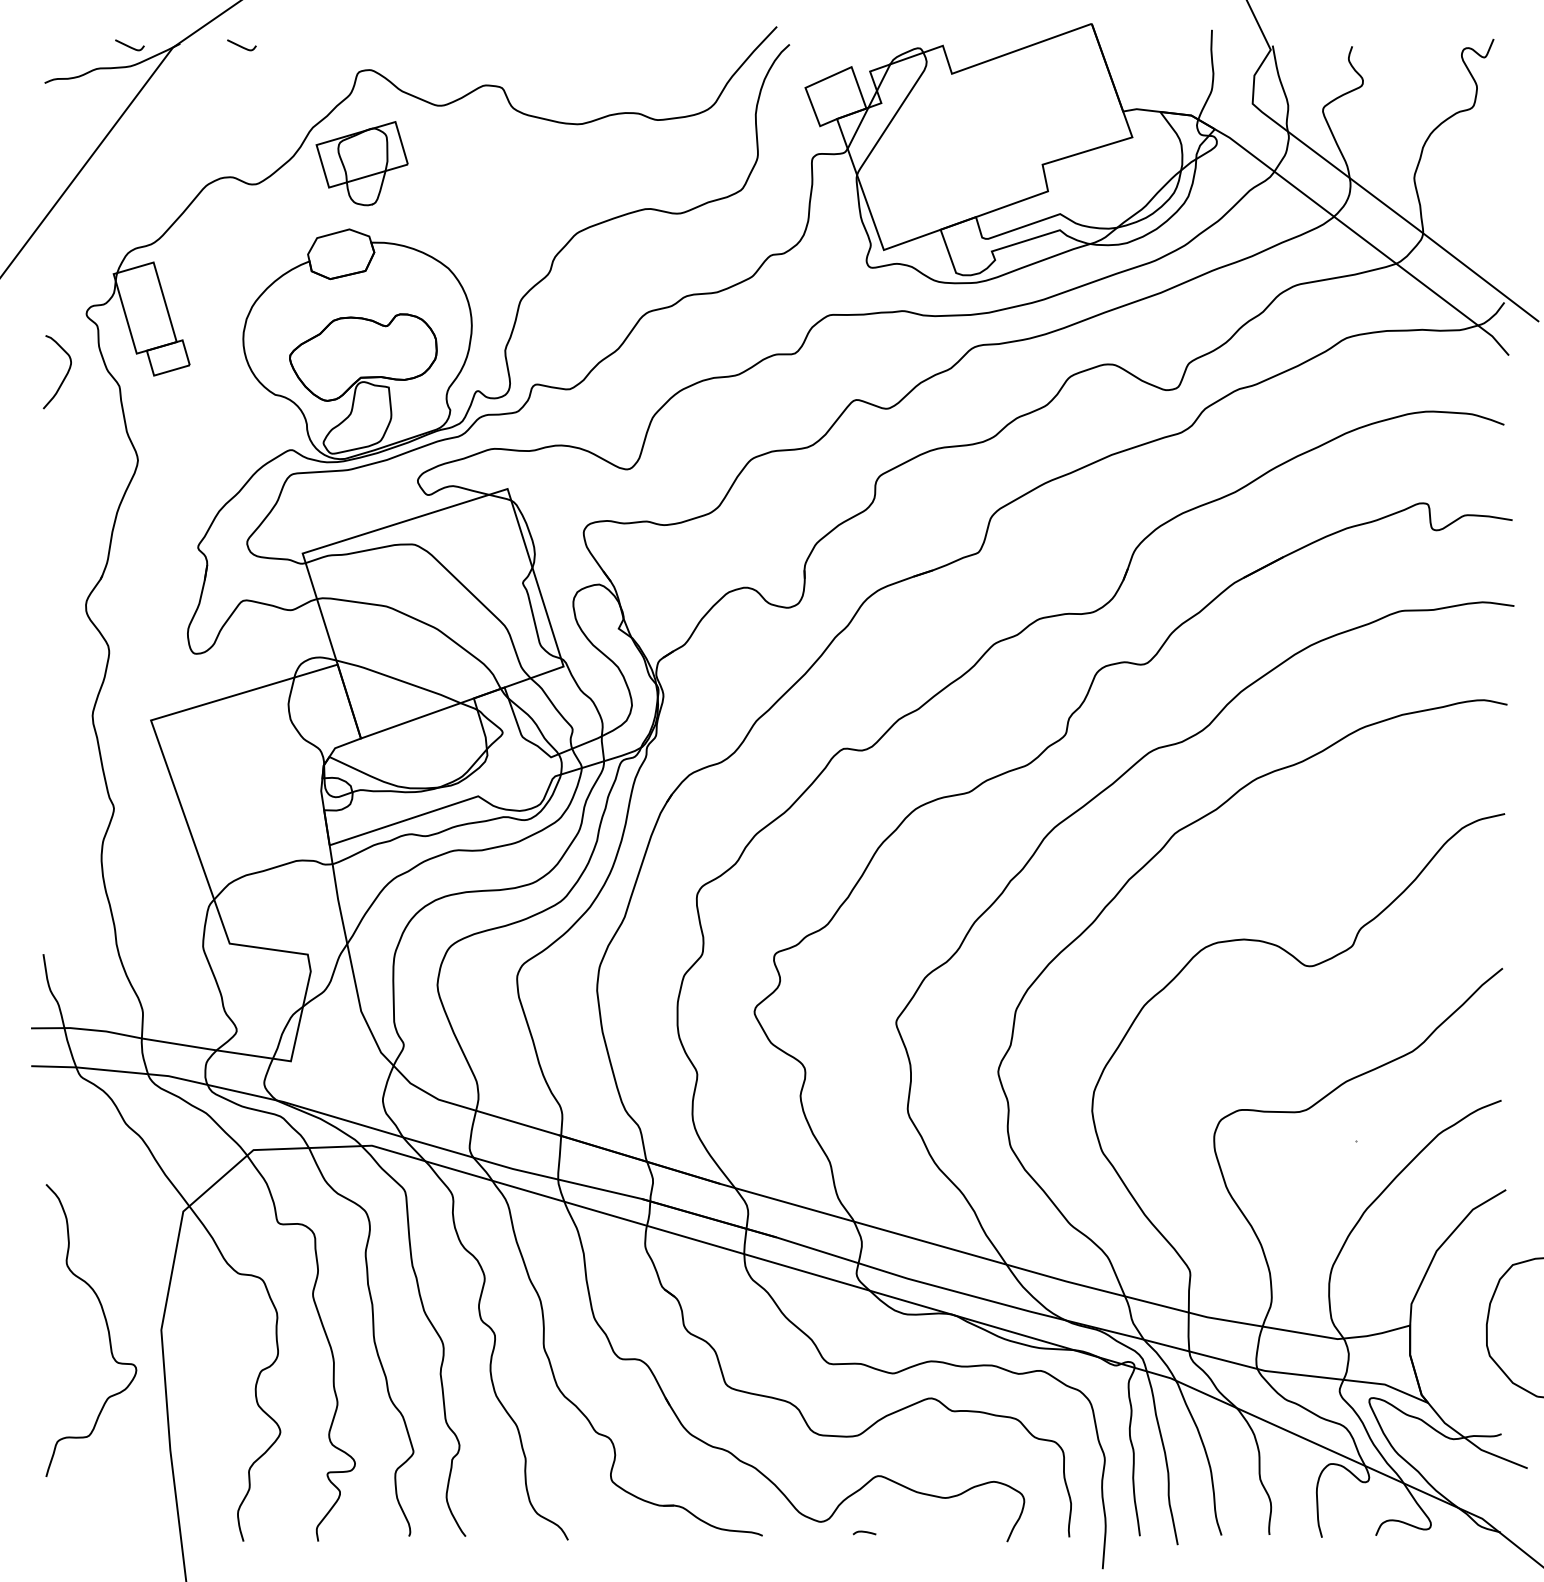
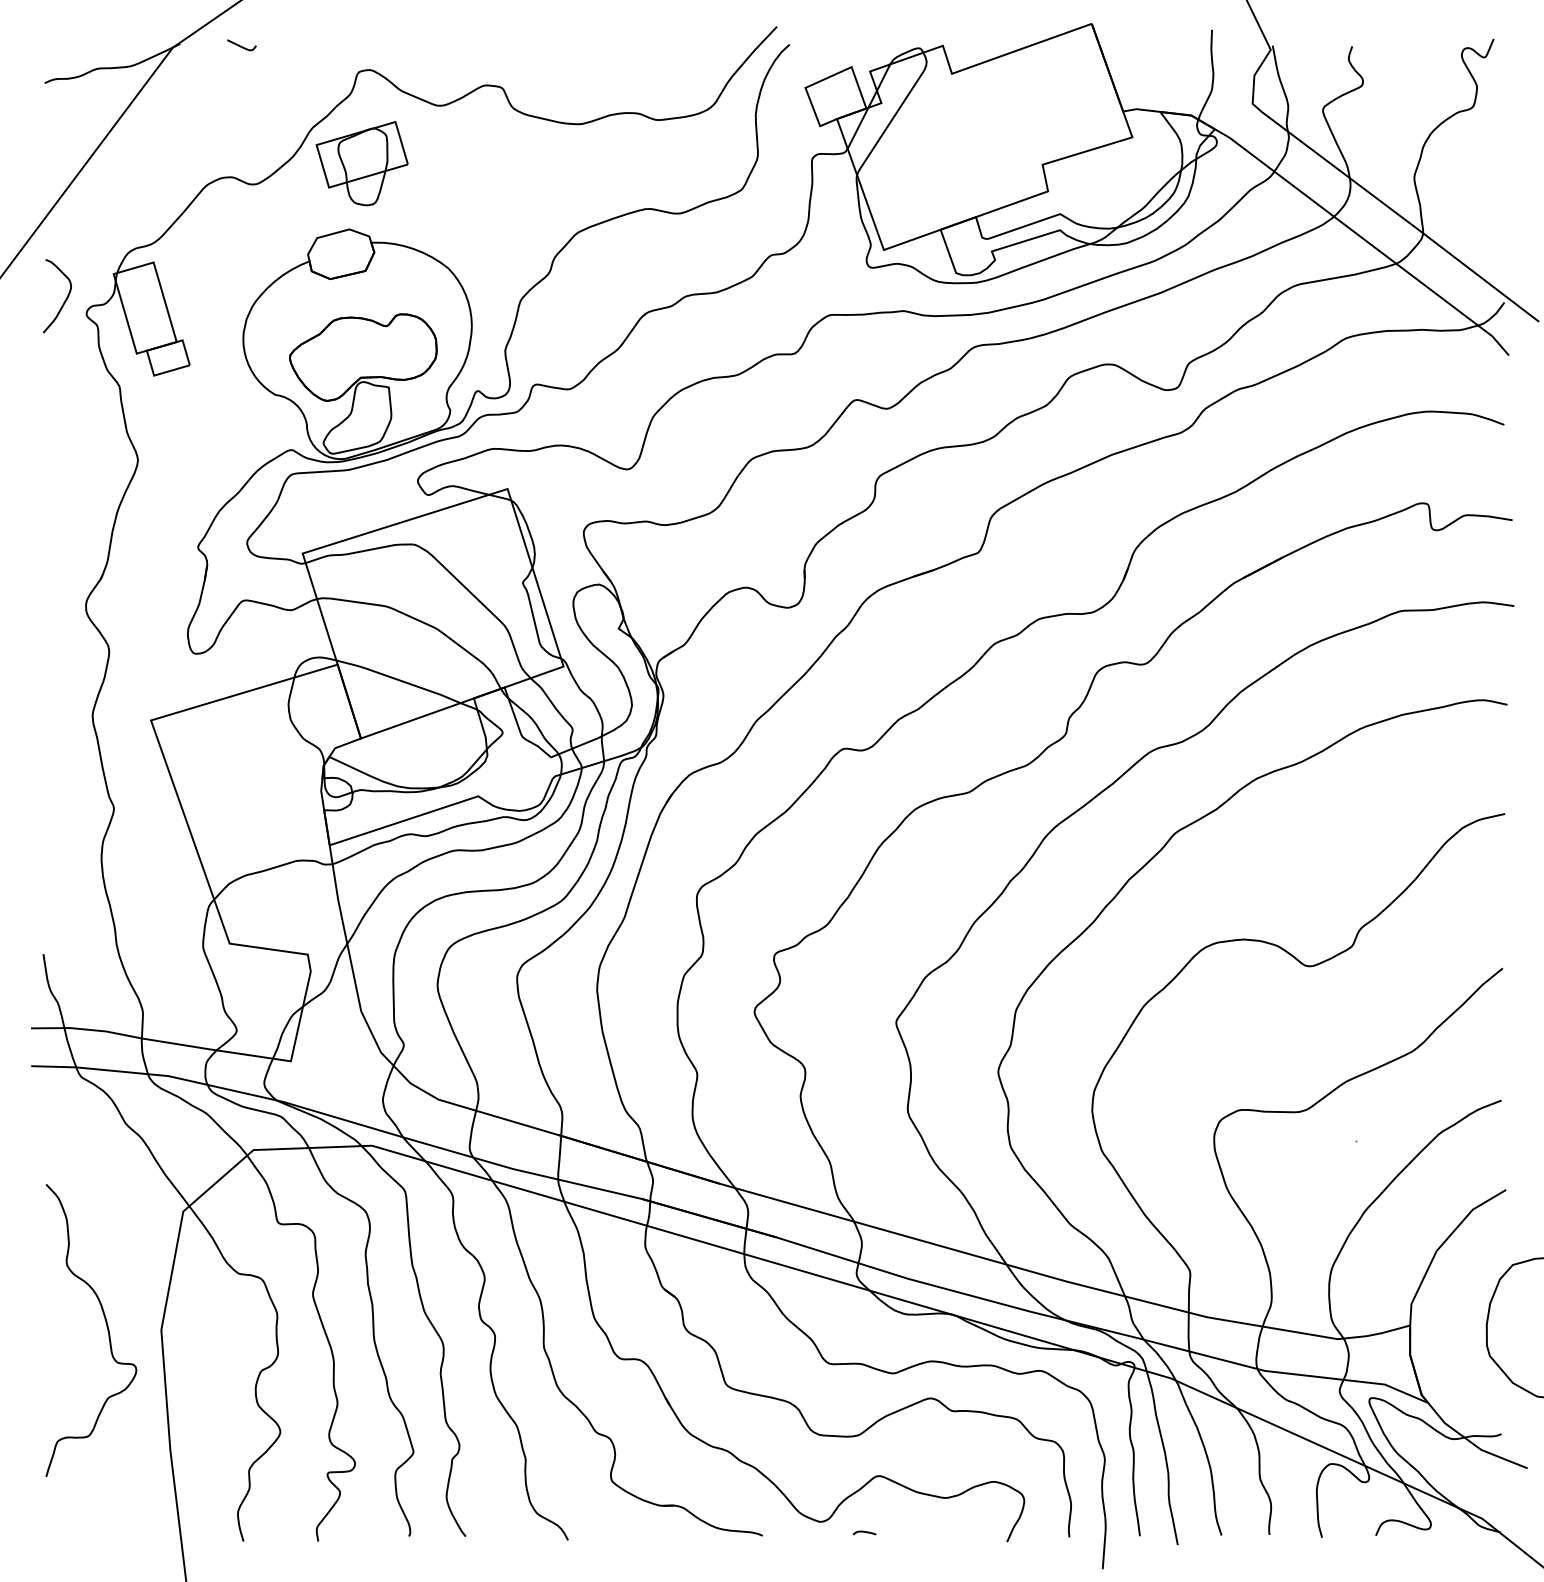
curve at (129, 45): present -> none
curve at (64, 376) position: (64, 376) -> (64, 300)
